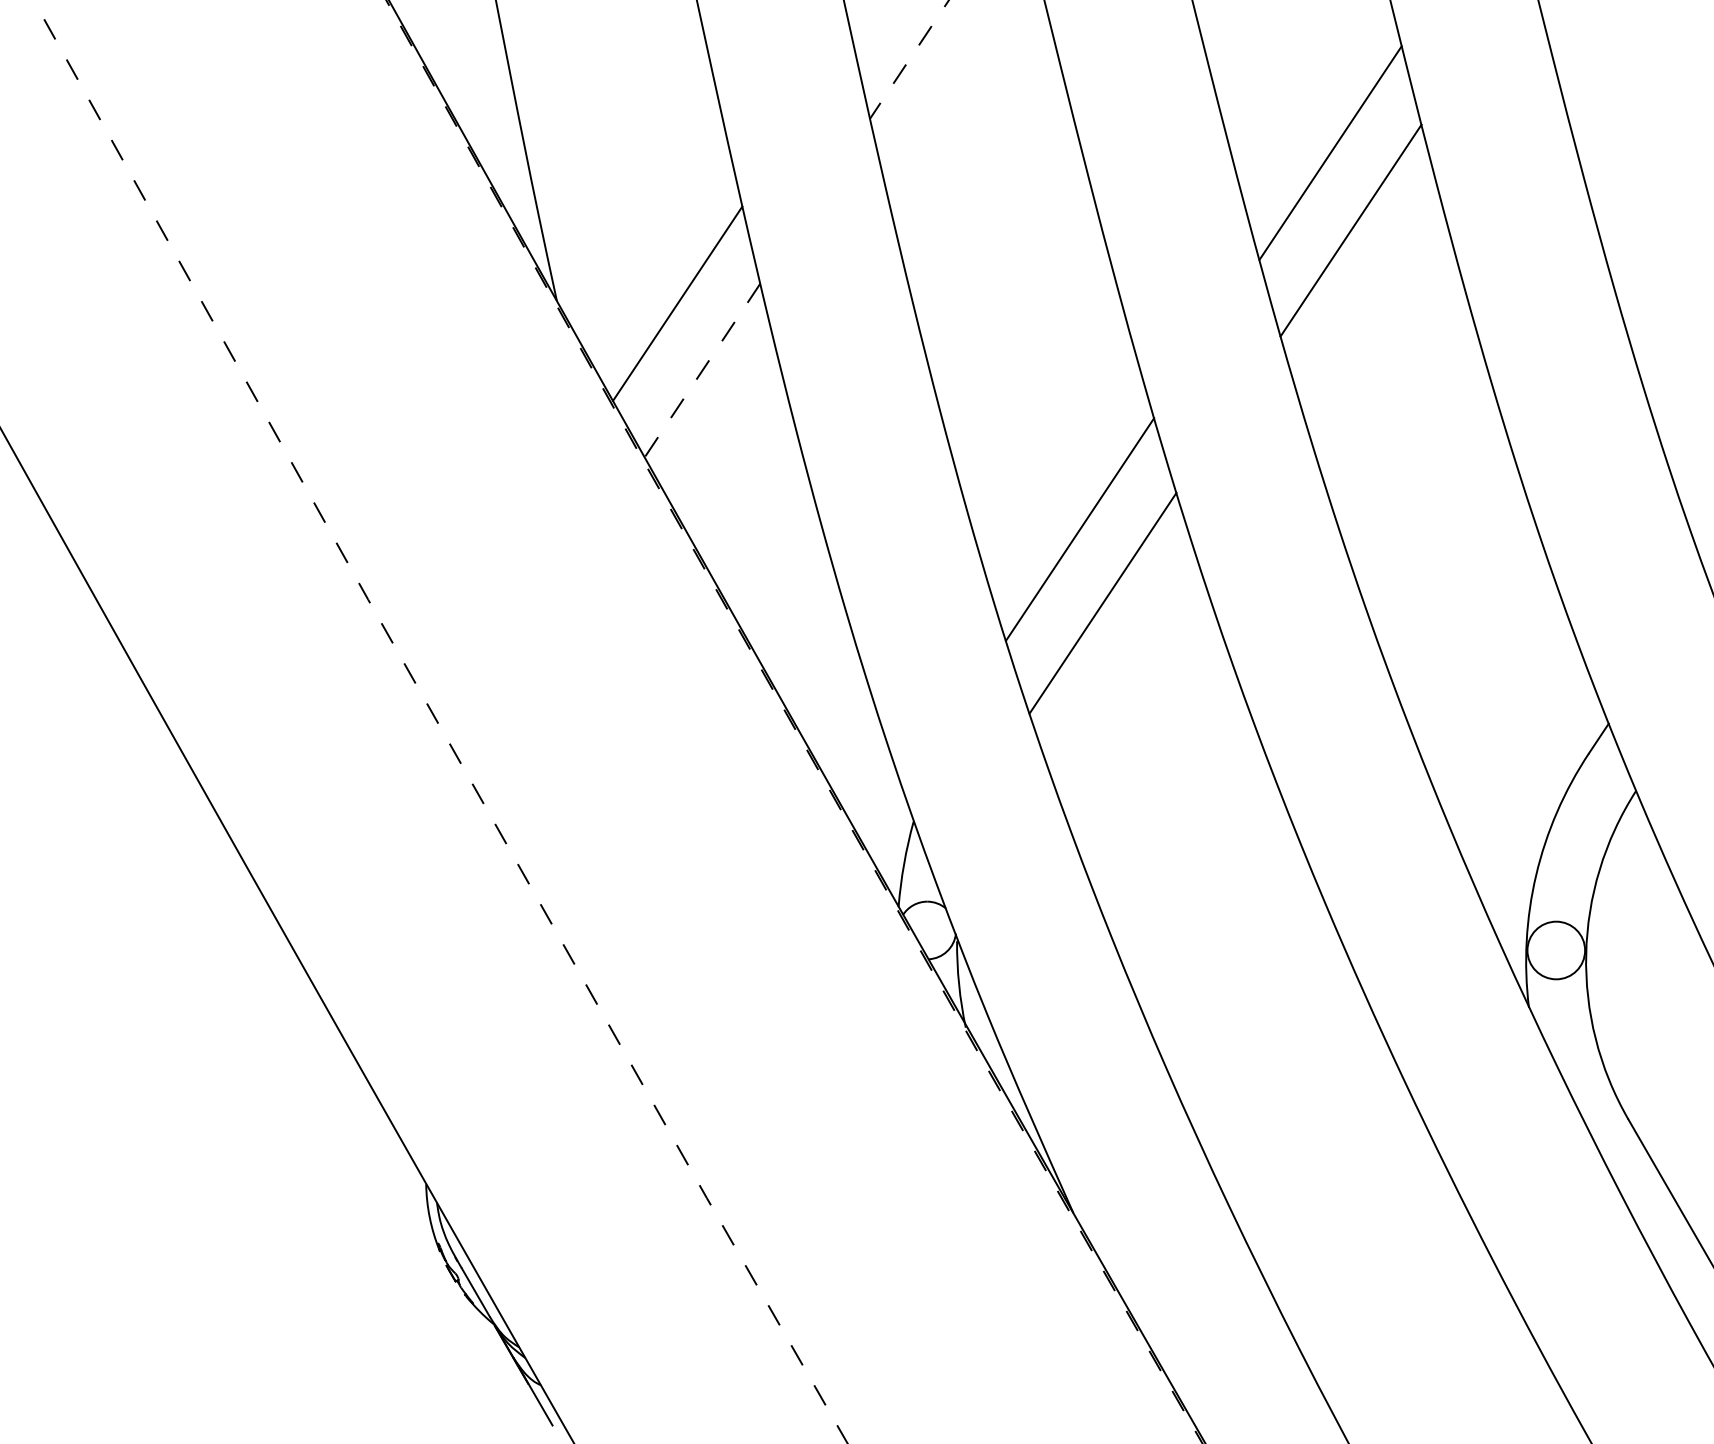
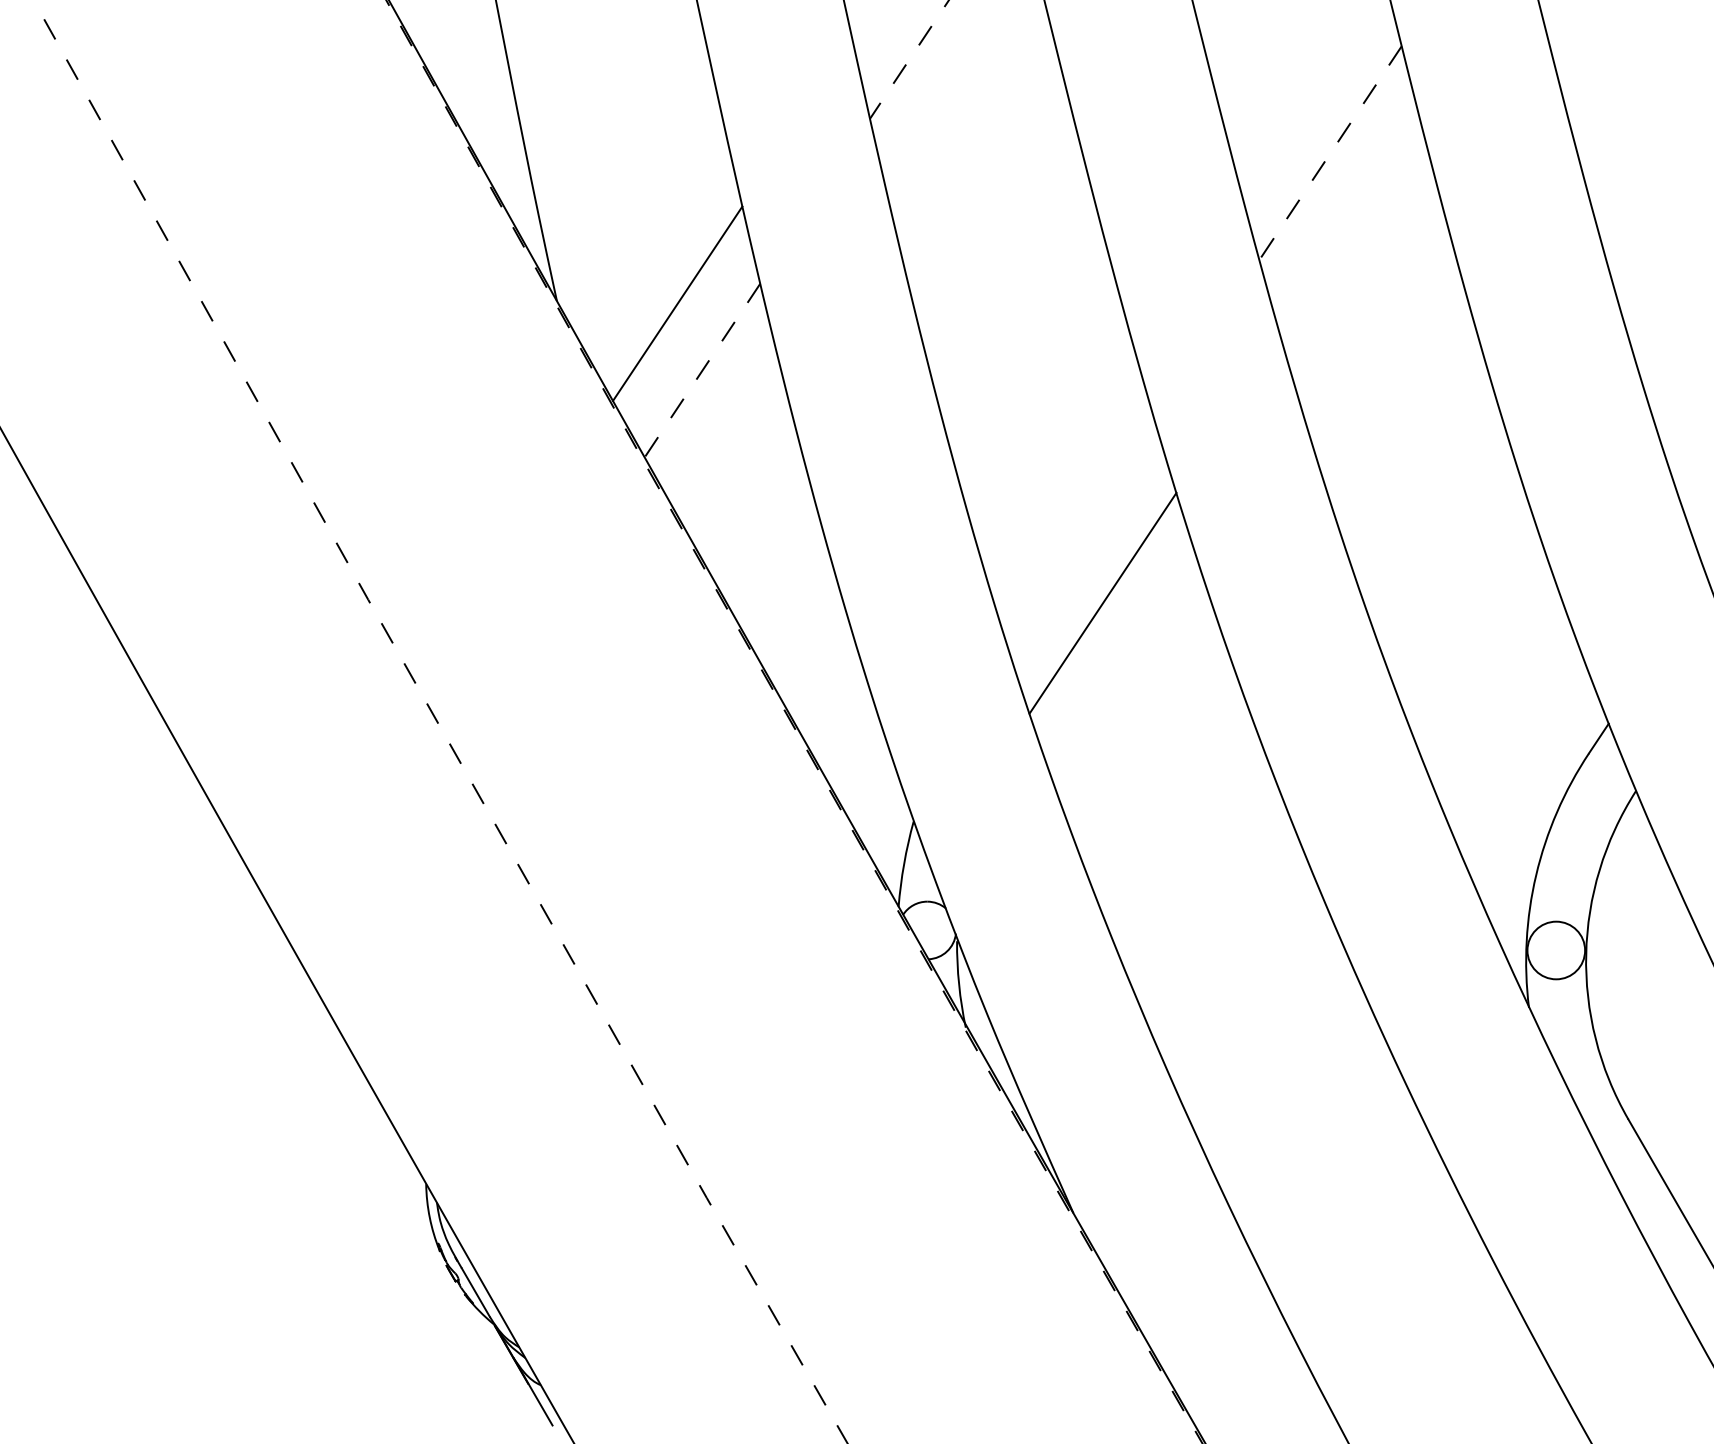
line at (1330, 153): solid -> dashed
line at (1350, 230): present -> none
line at (1079, 529): present -> none
